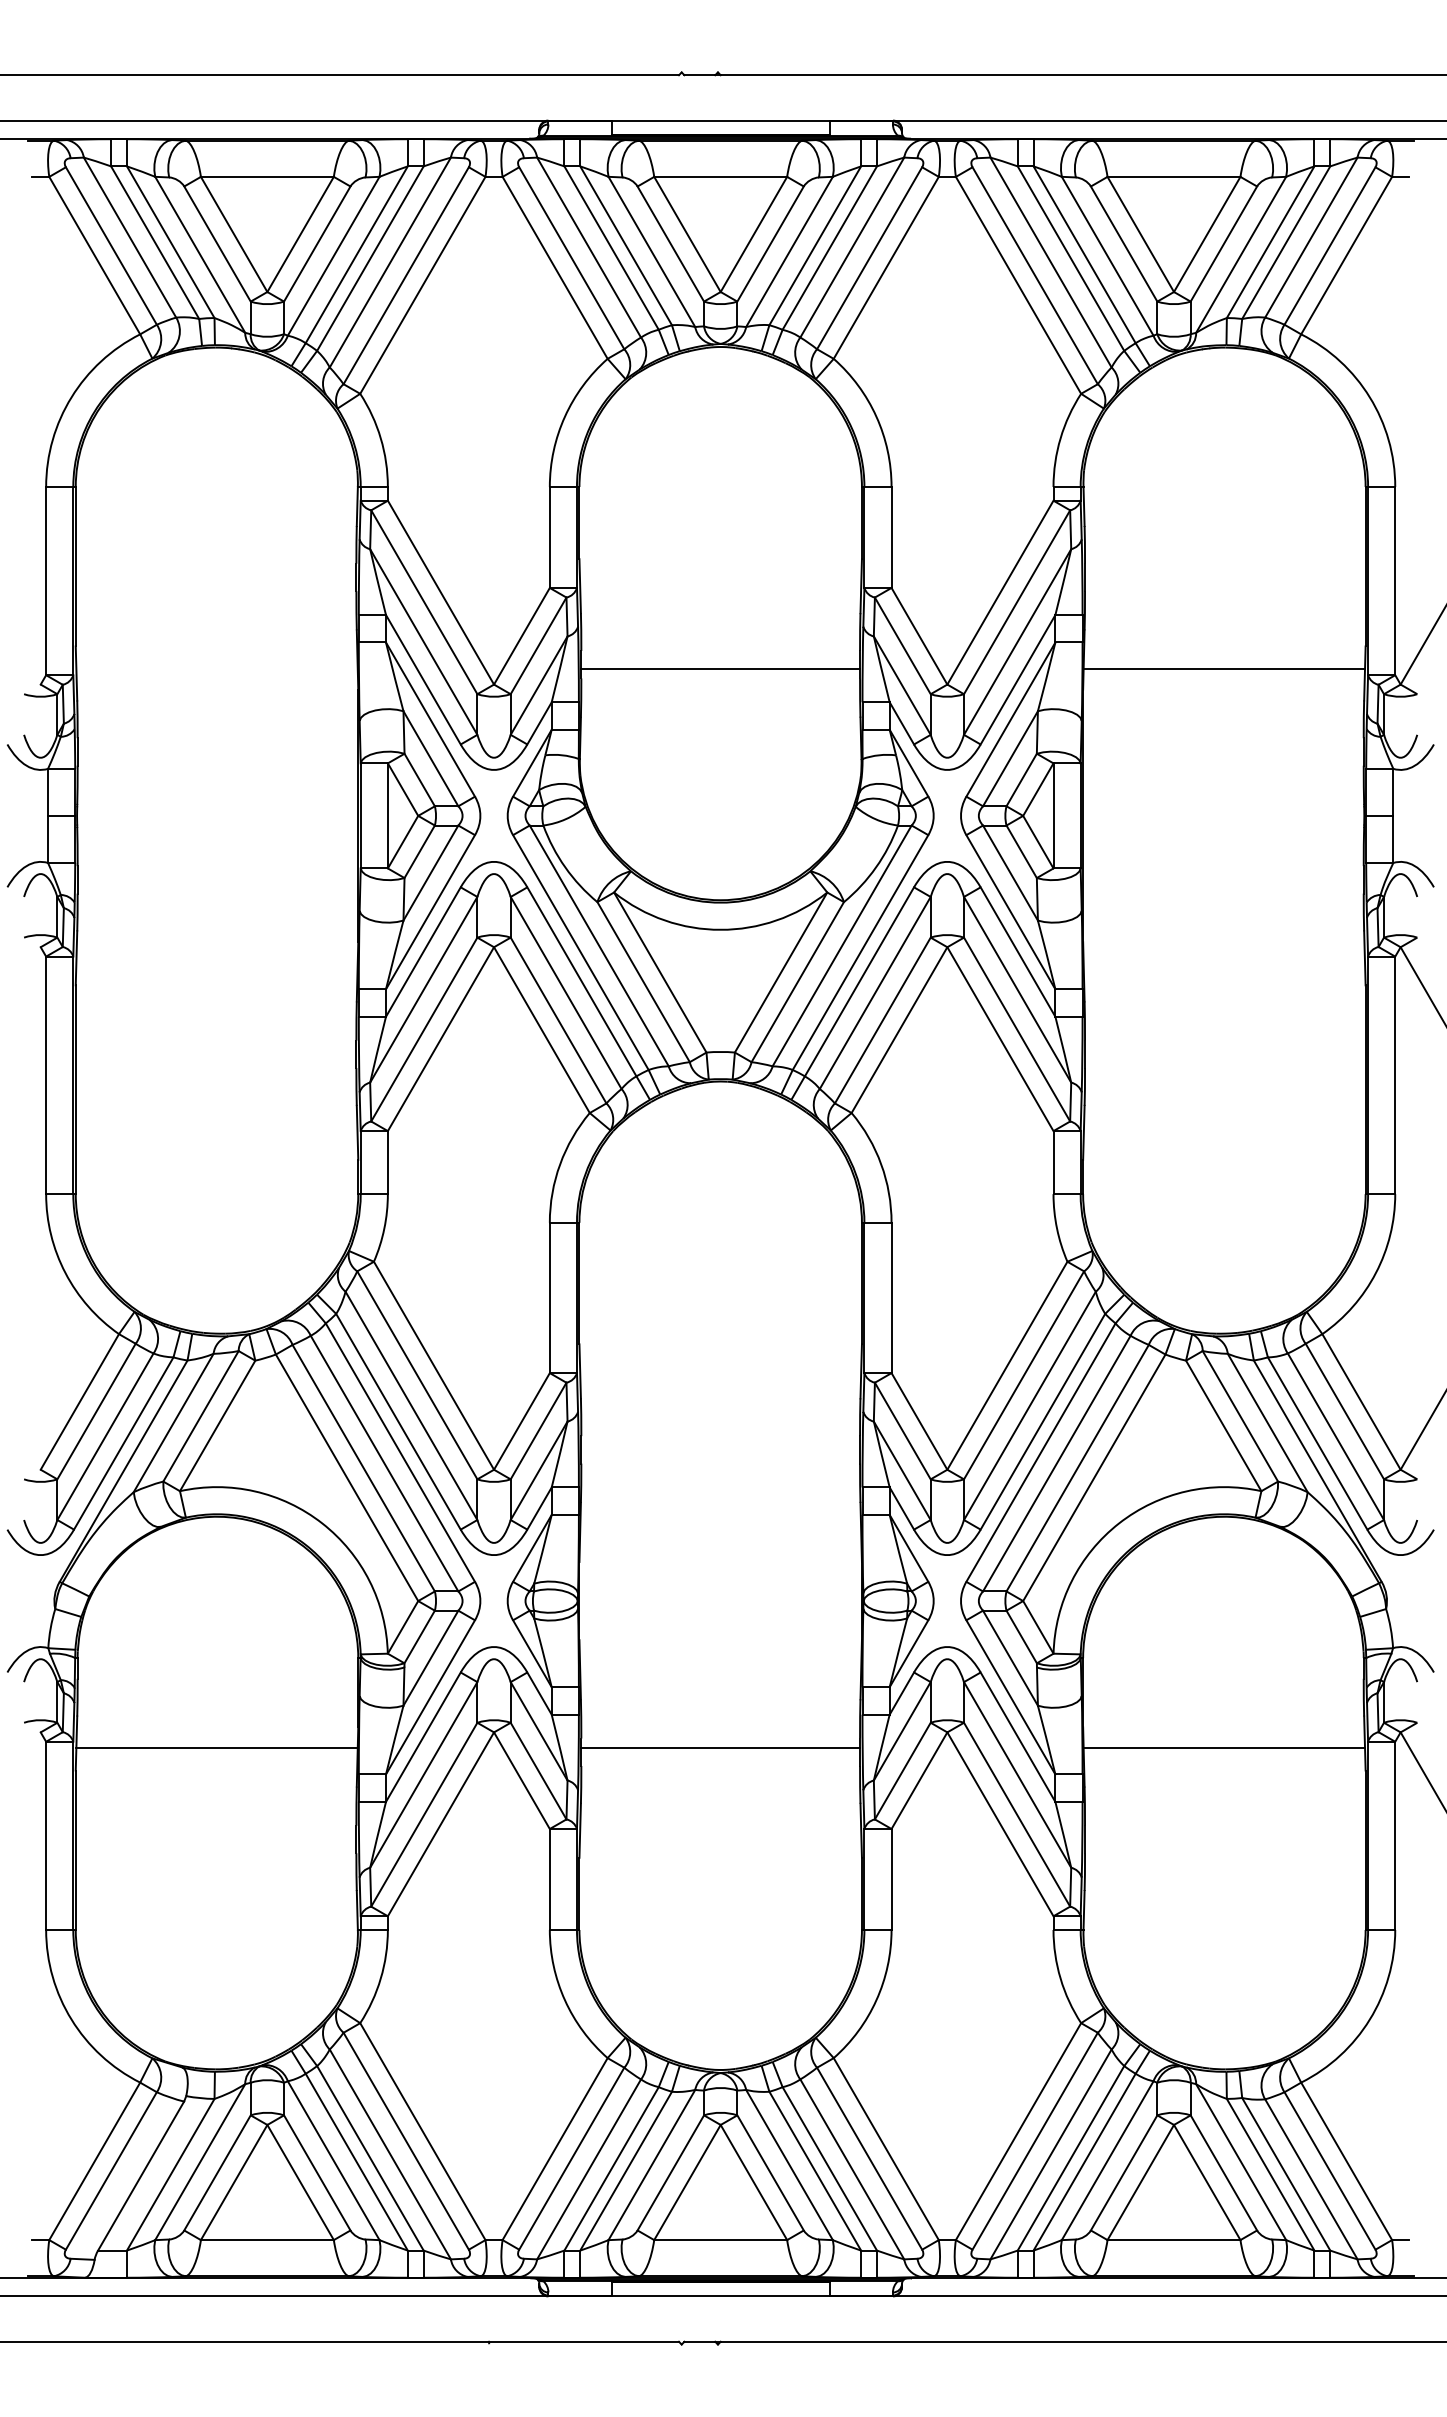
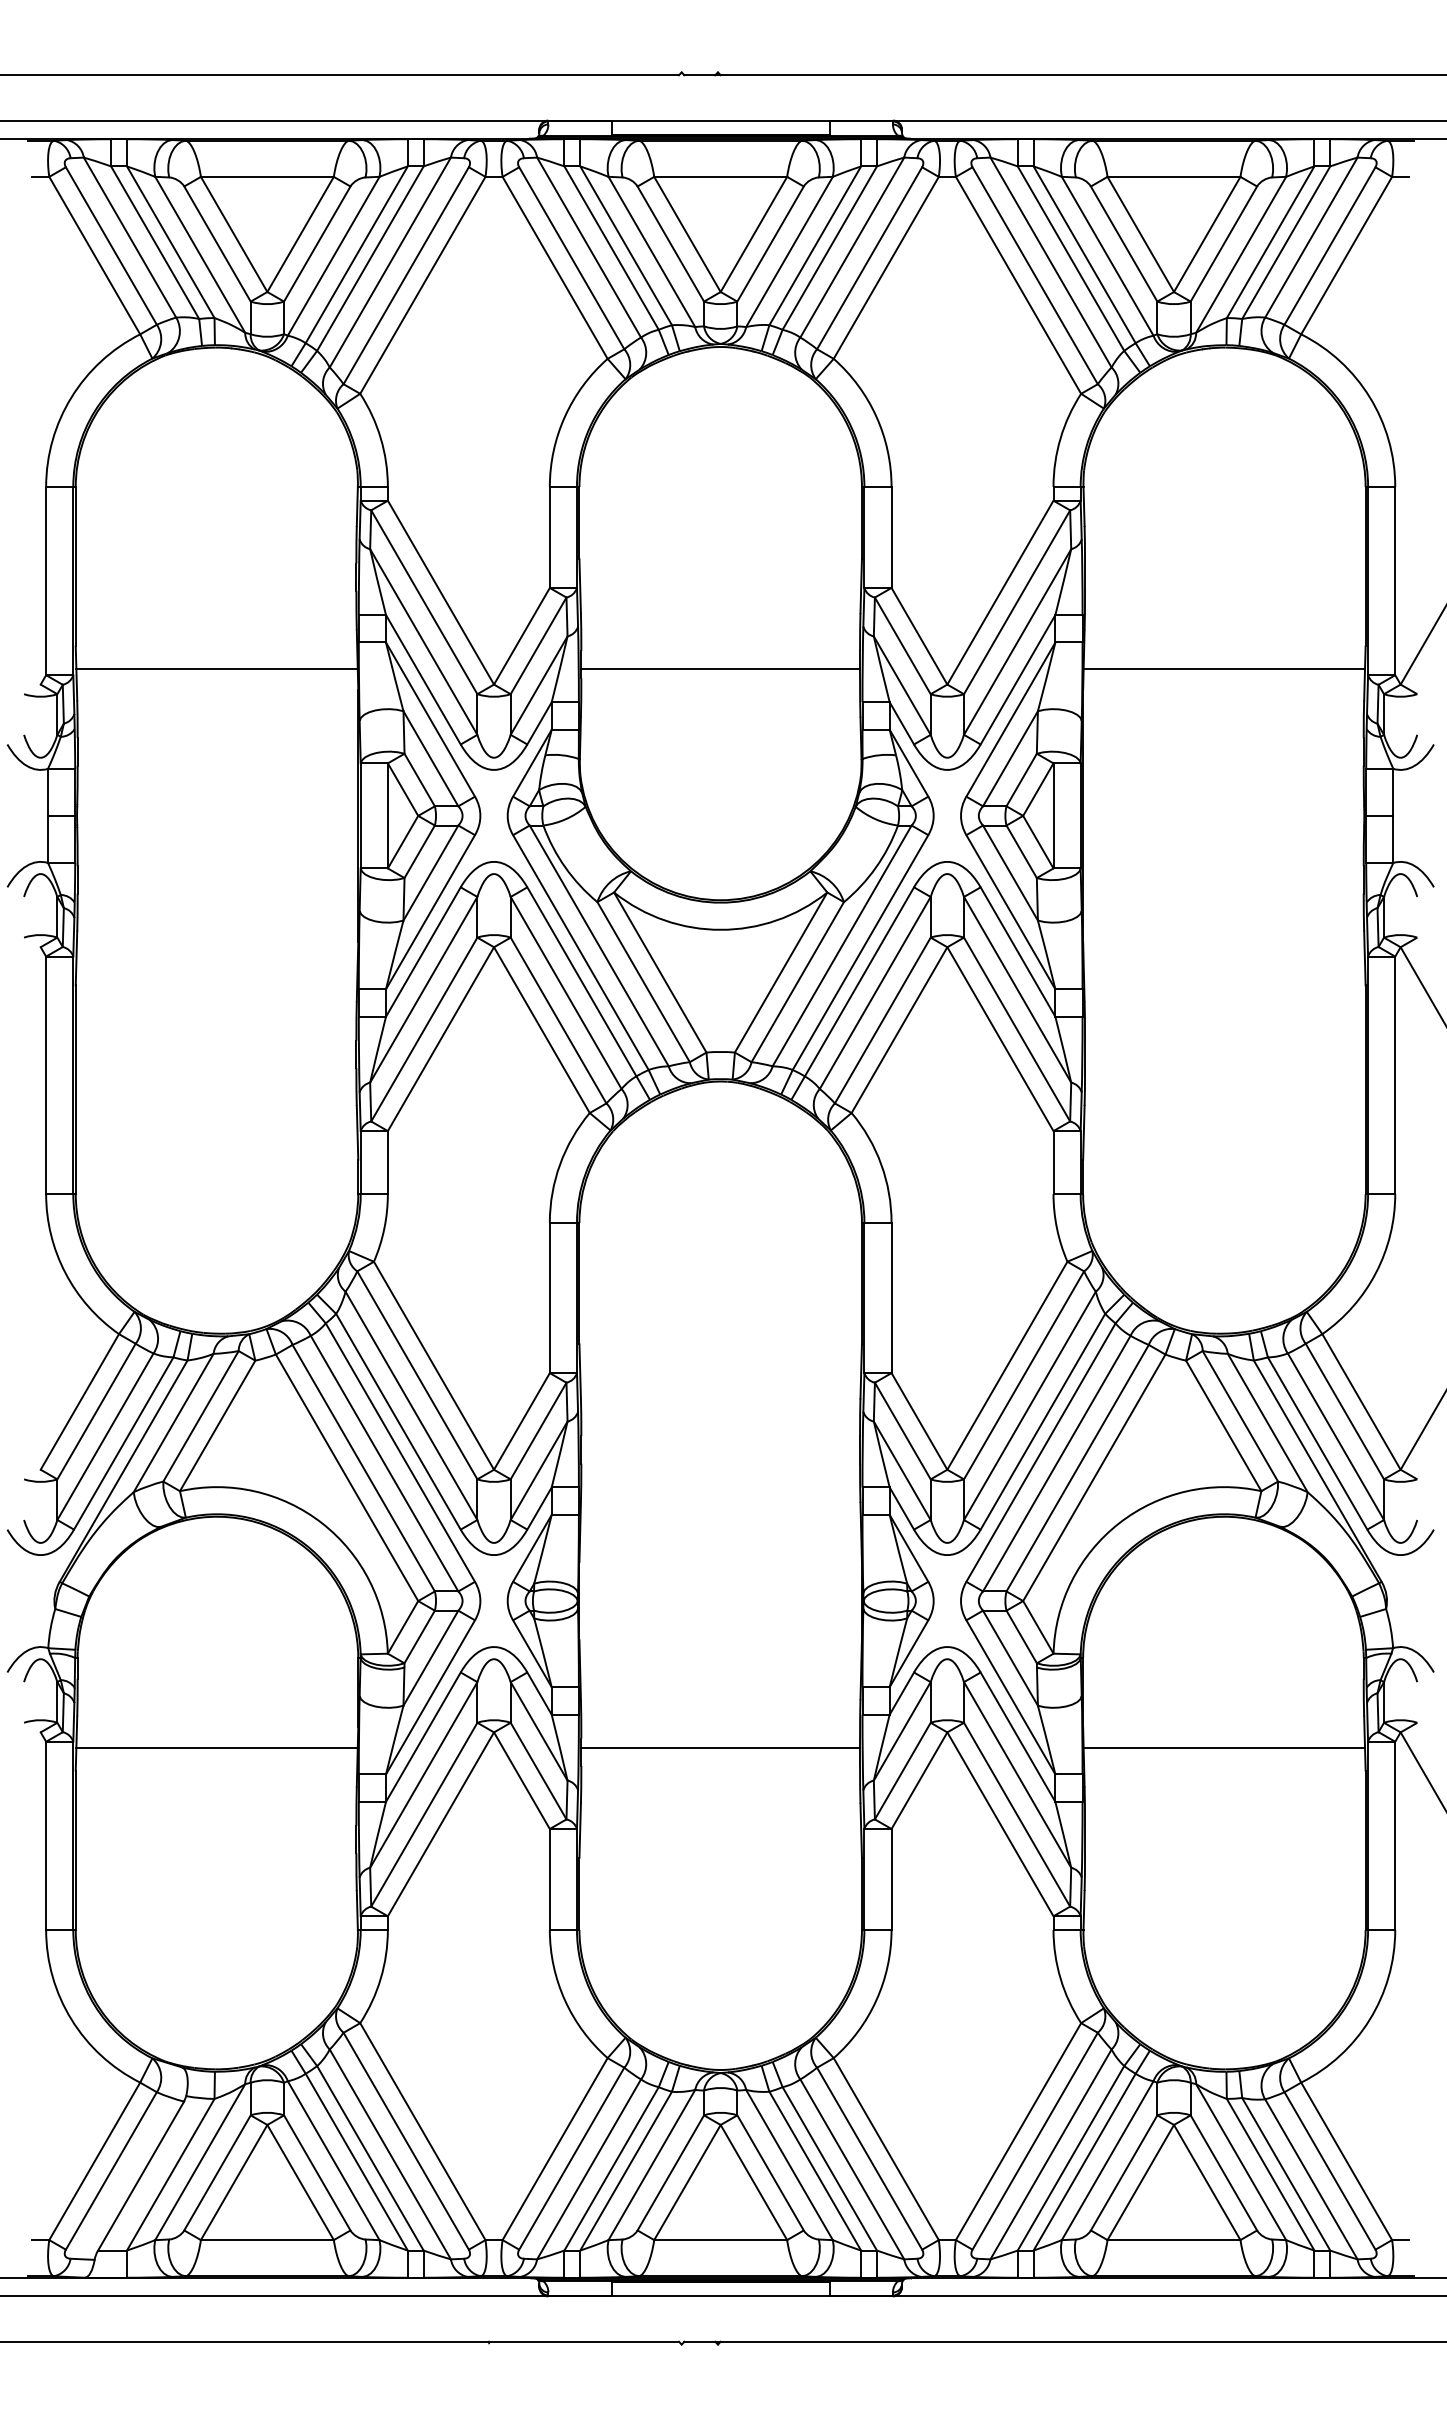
line at (216, 669): none -> present
